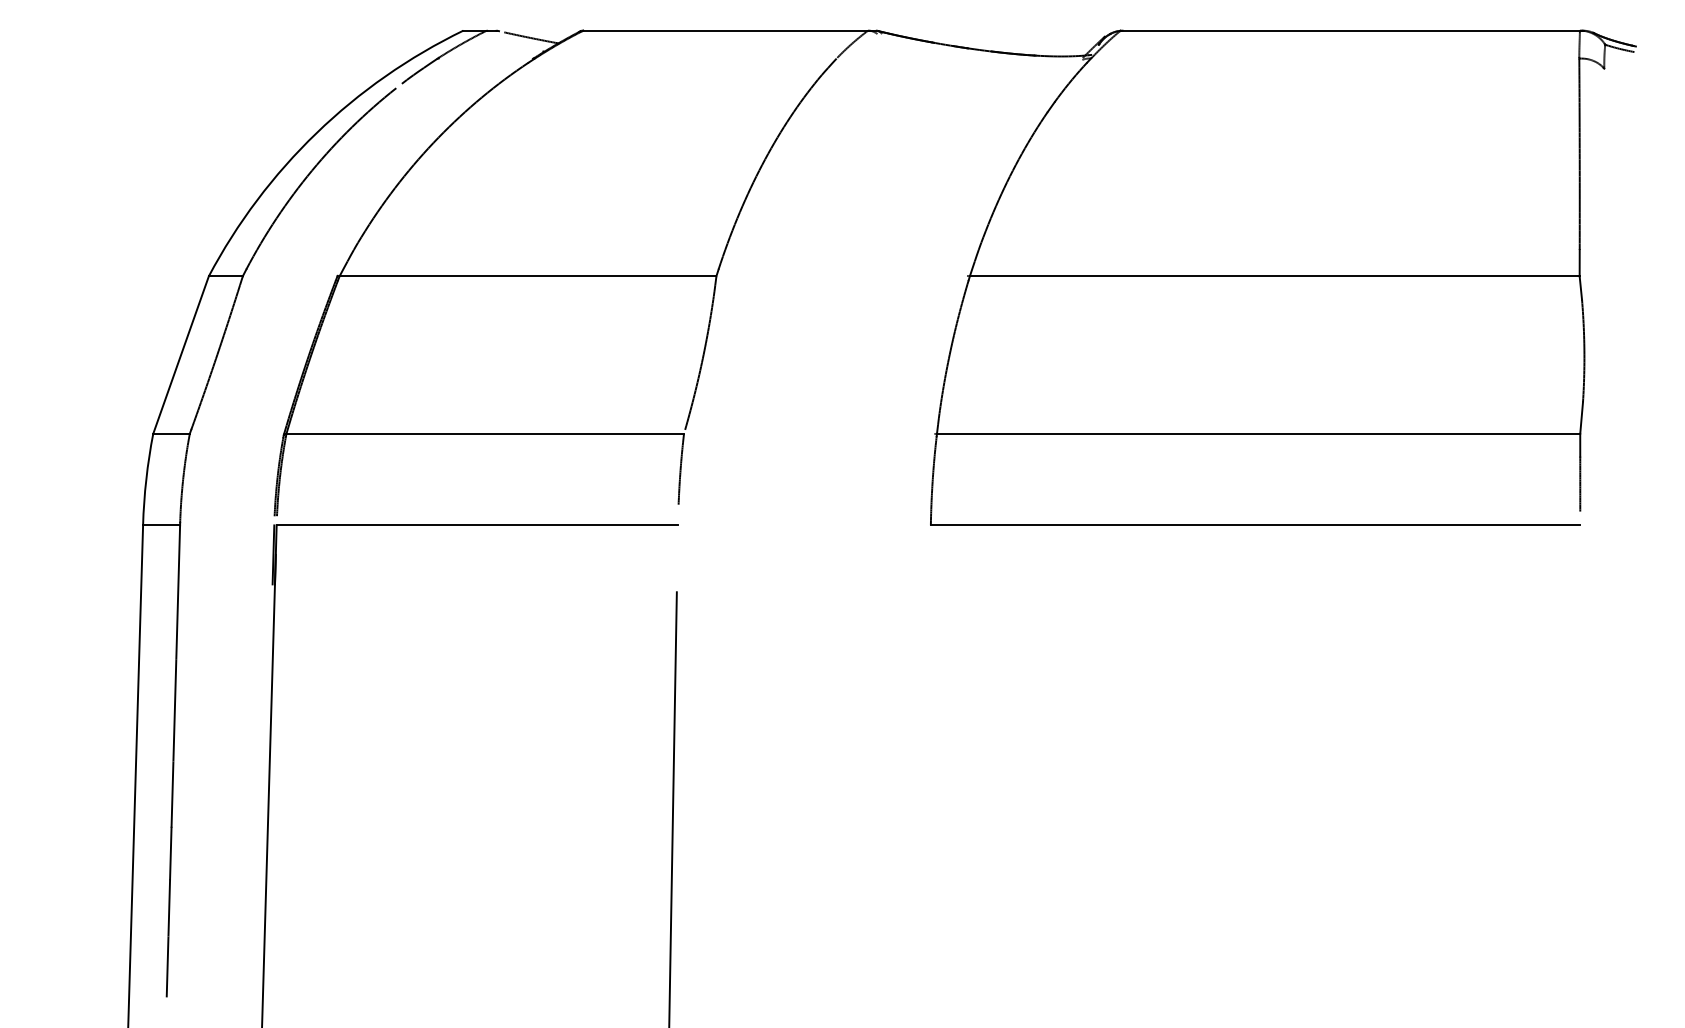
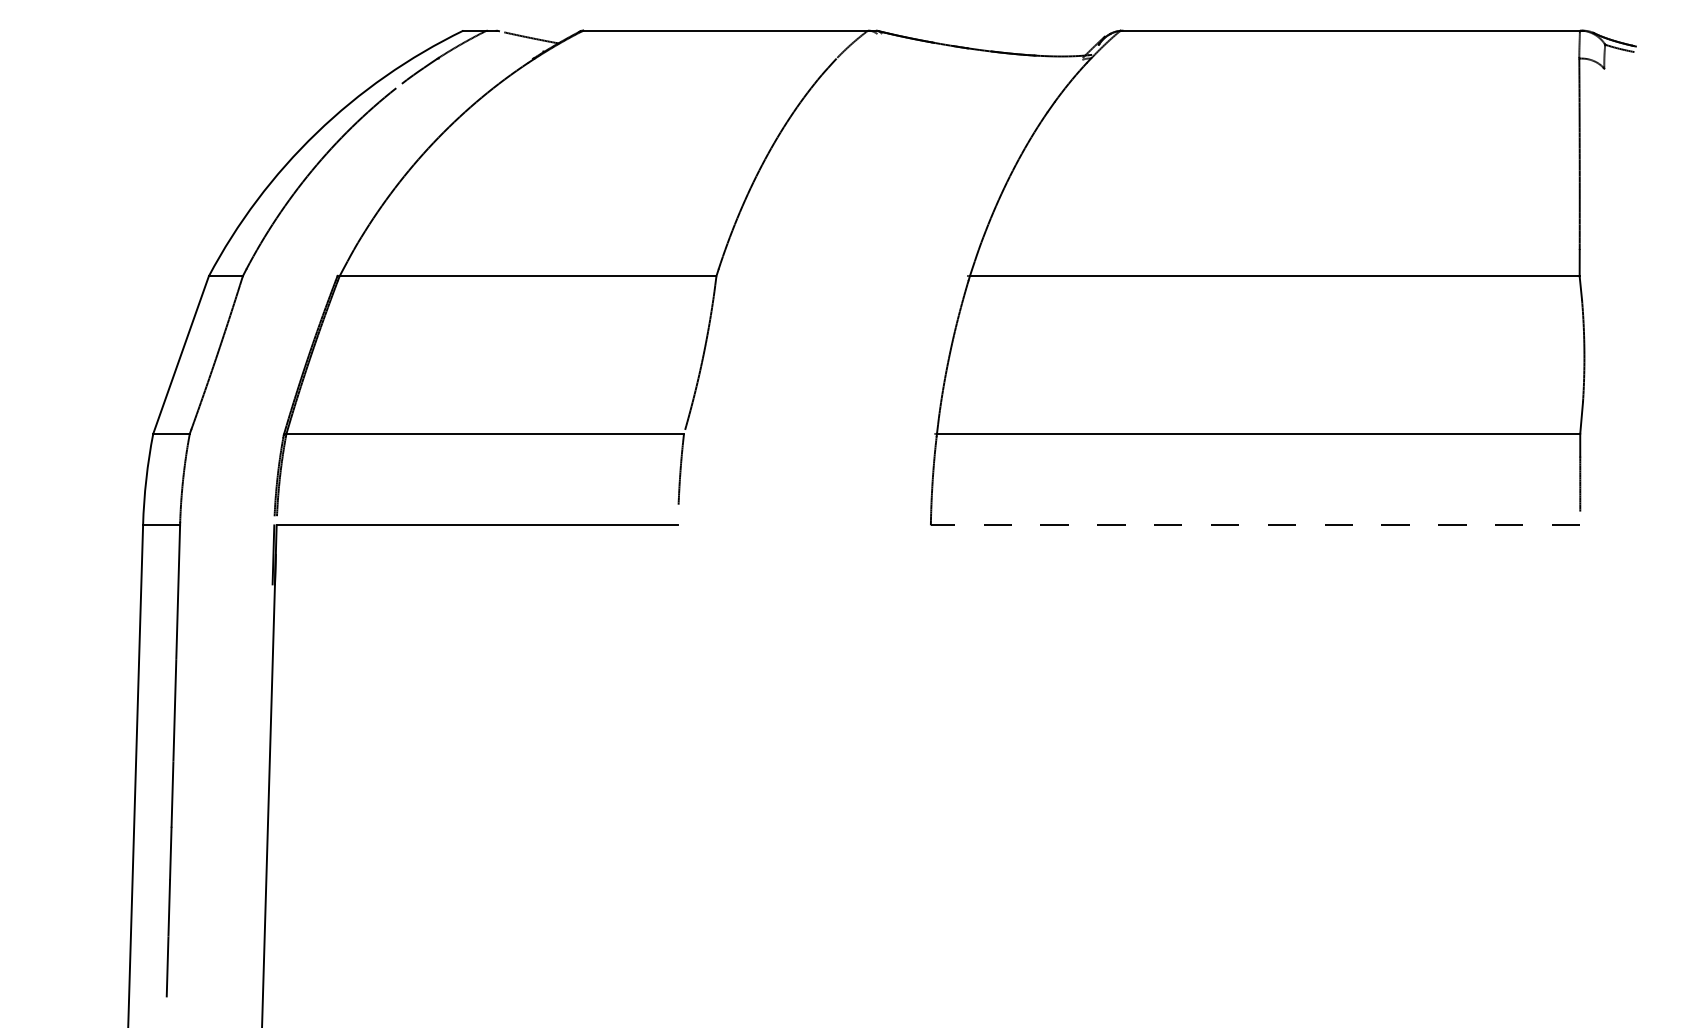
line at (1255, 525): solid -> dashed
line at (672, 808): present -> none
